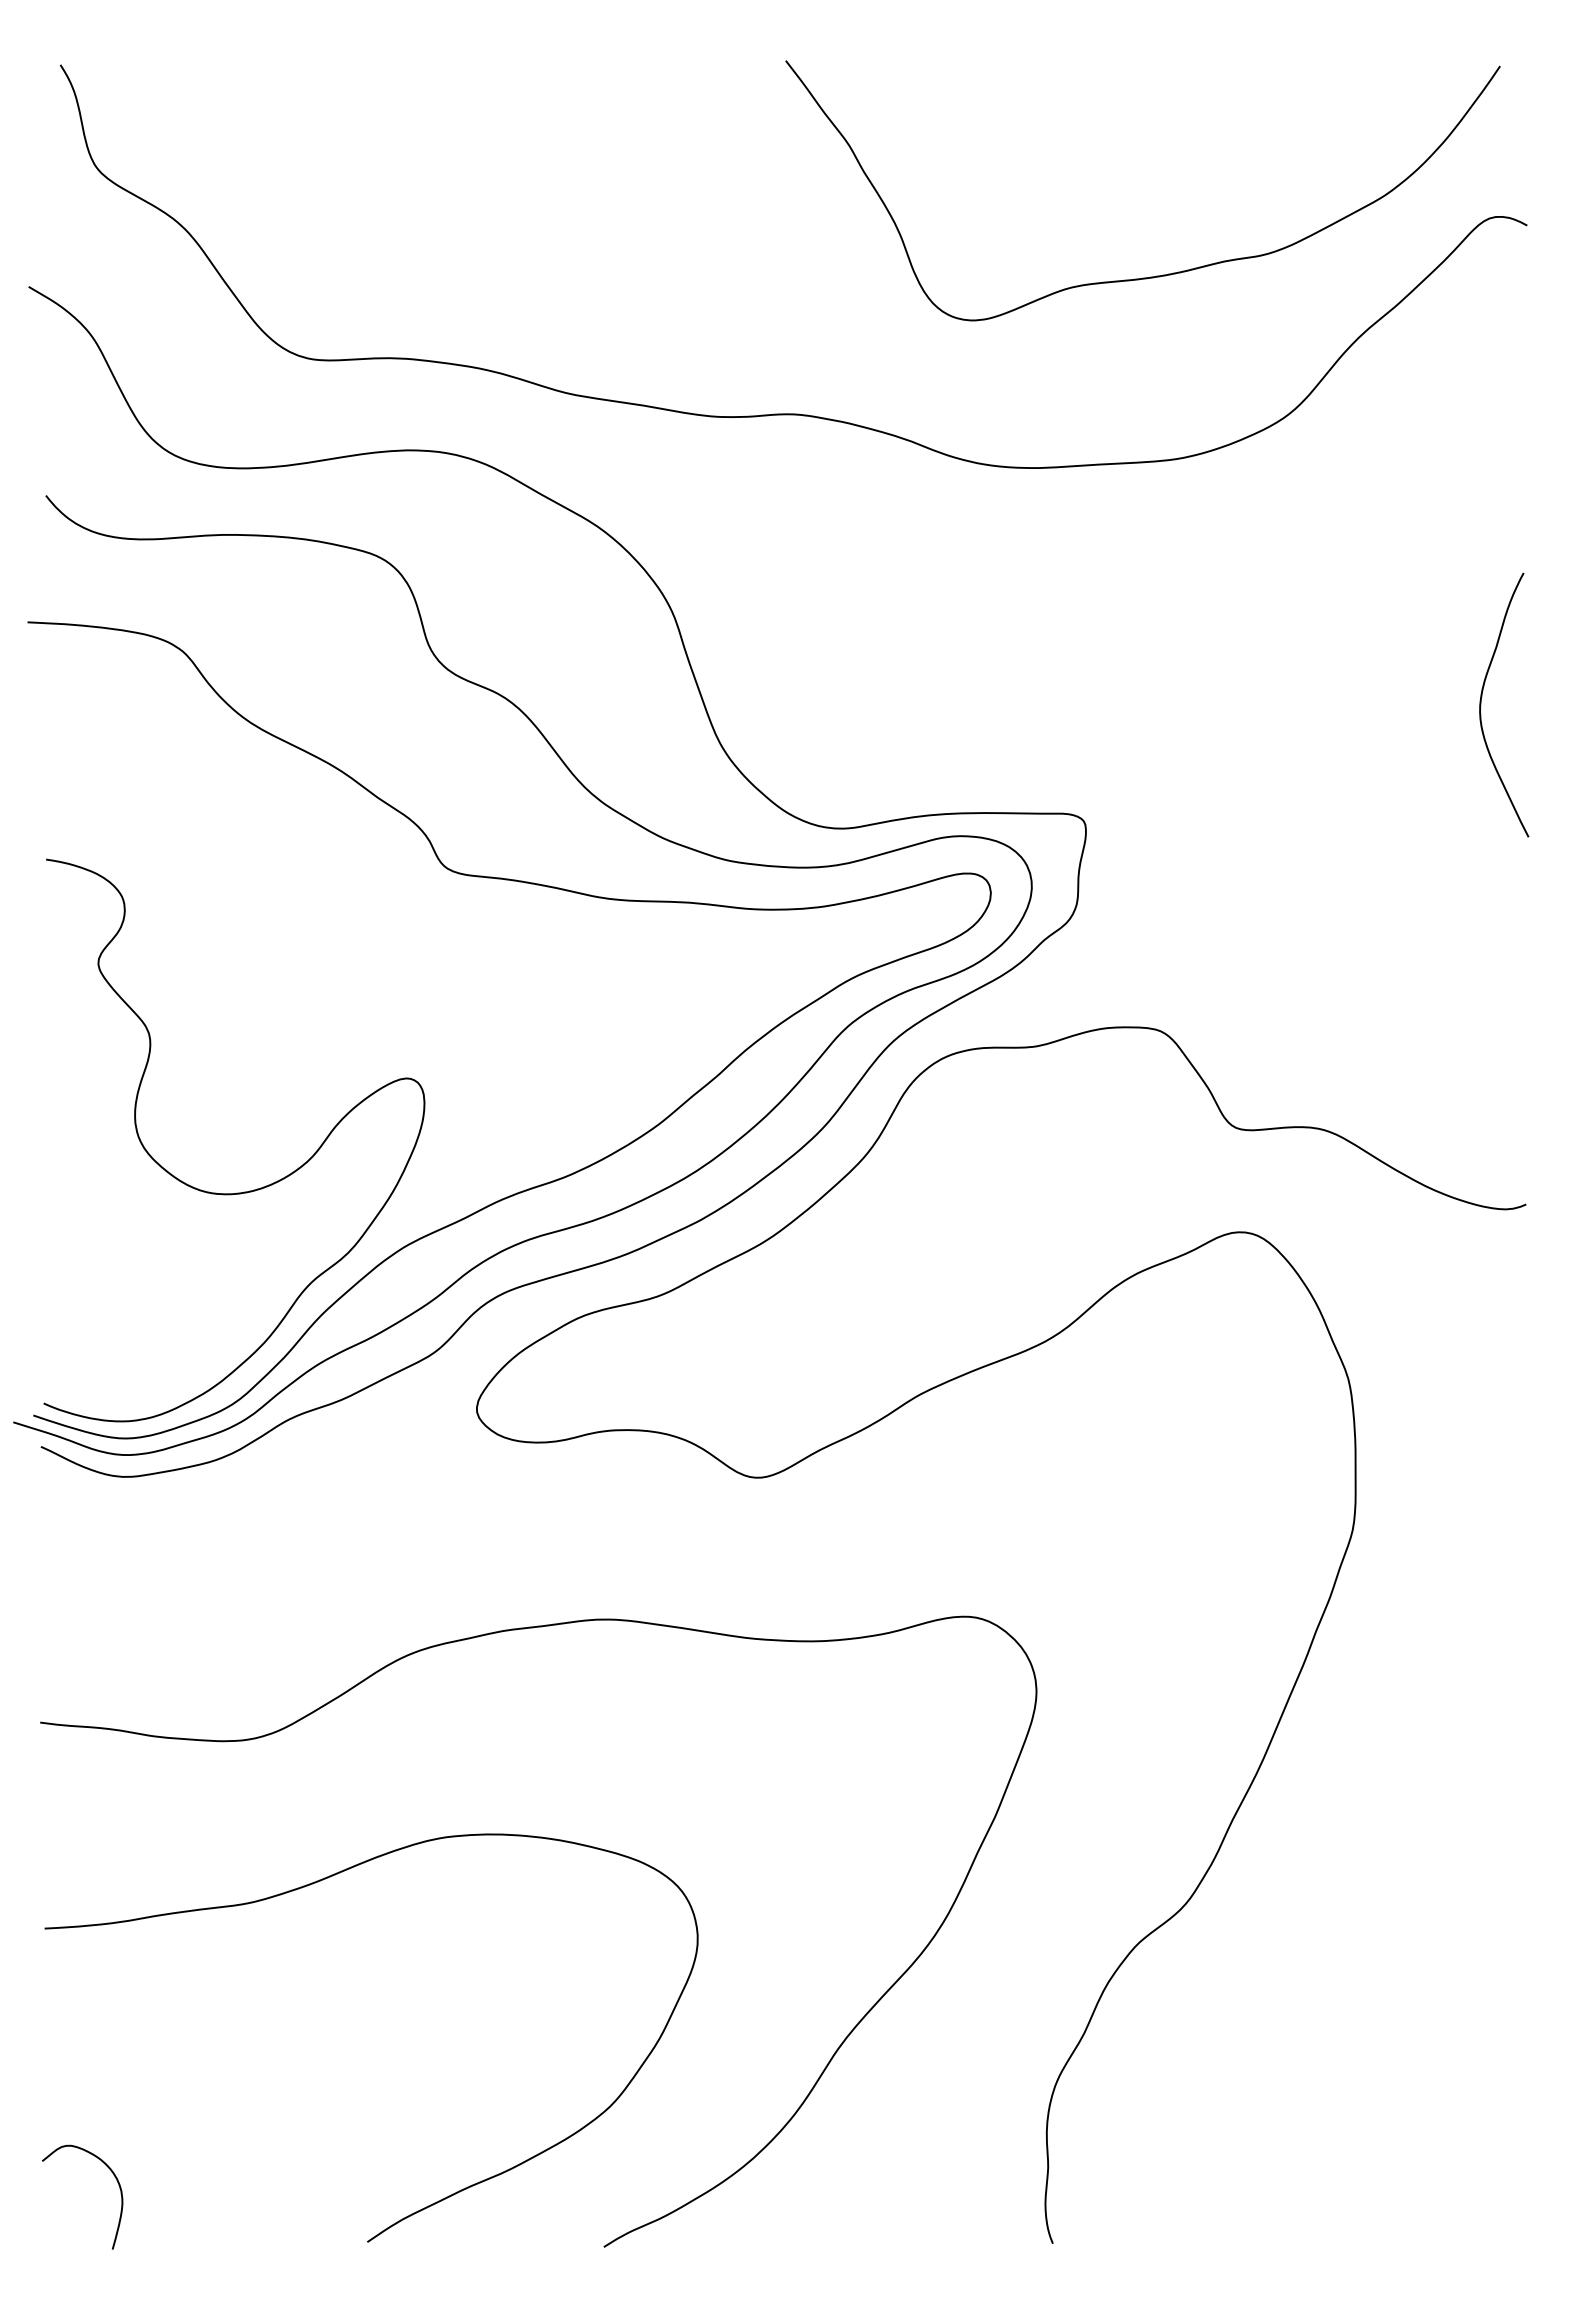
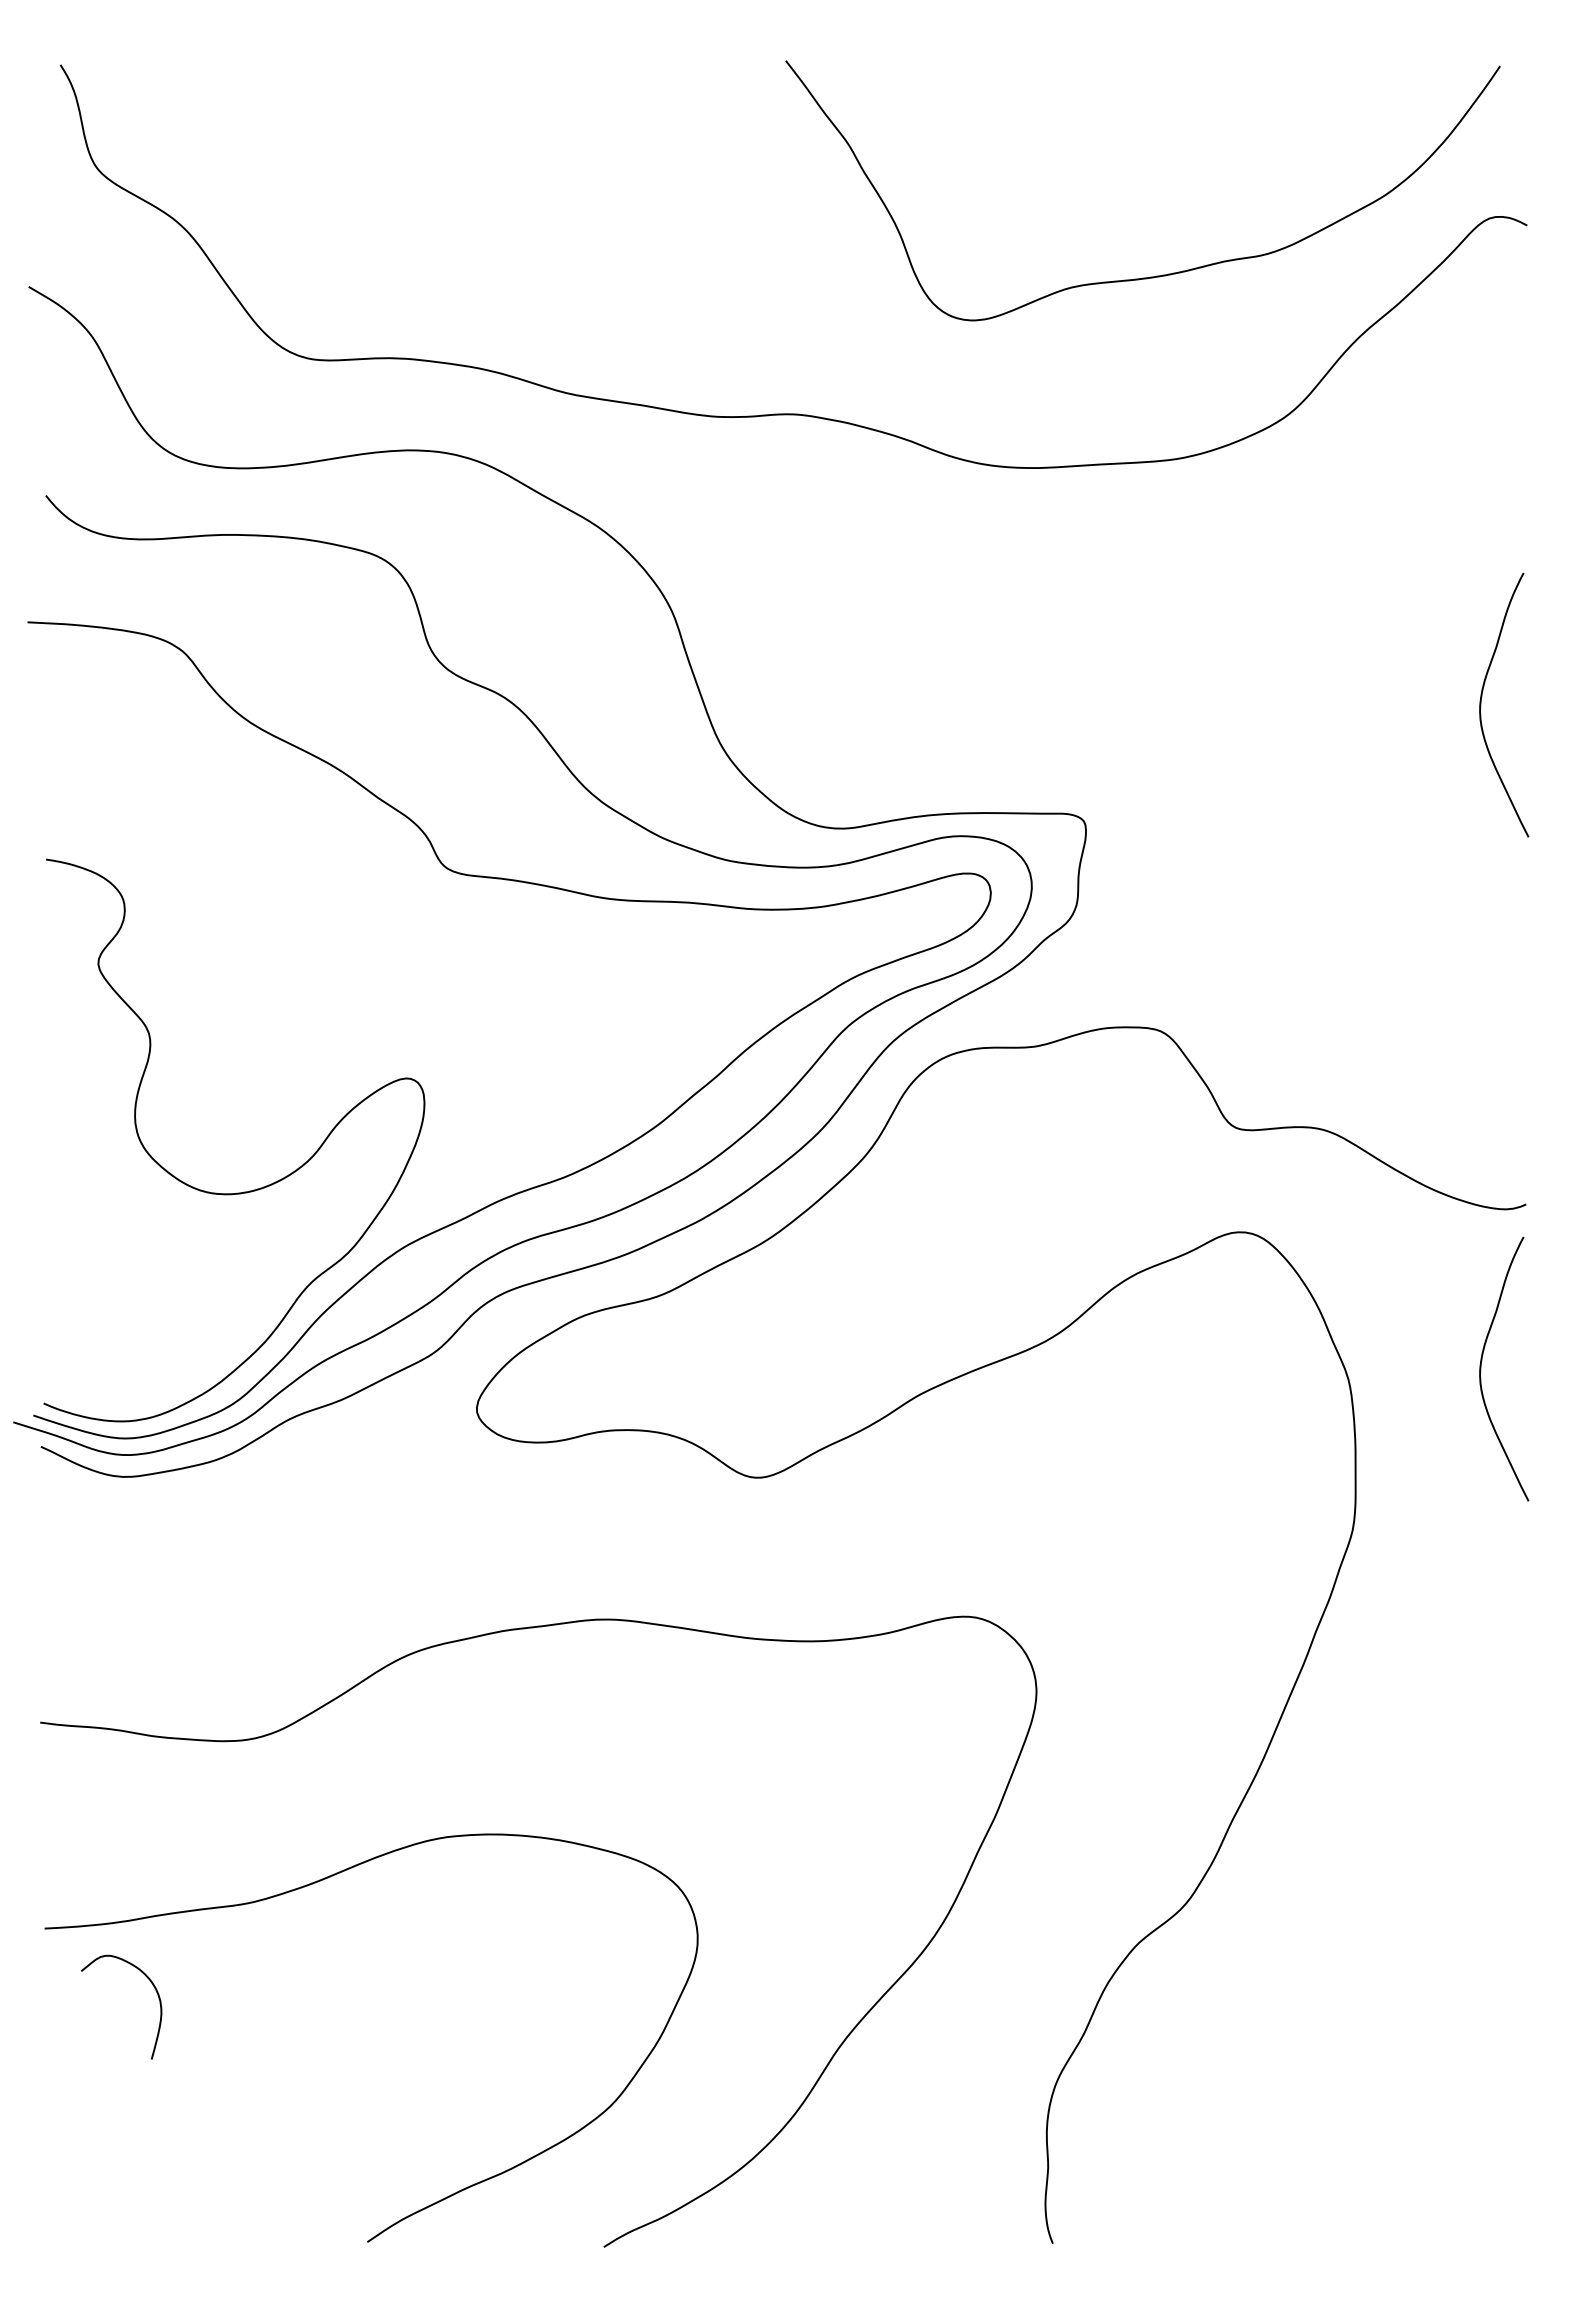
curve at (1481, 1368): none -> present
curve at (113, 2175) position: (113, 2175) -> (152, 1985)
